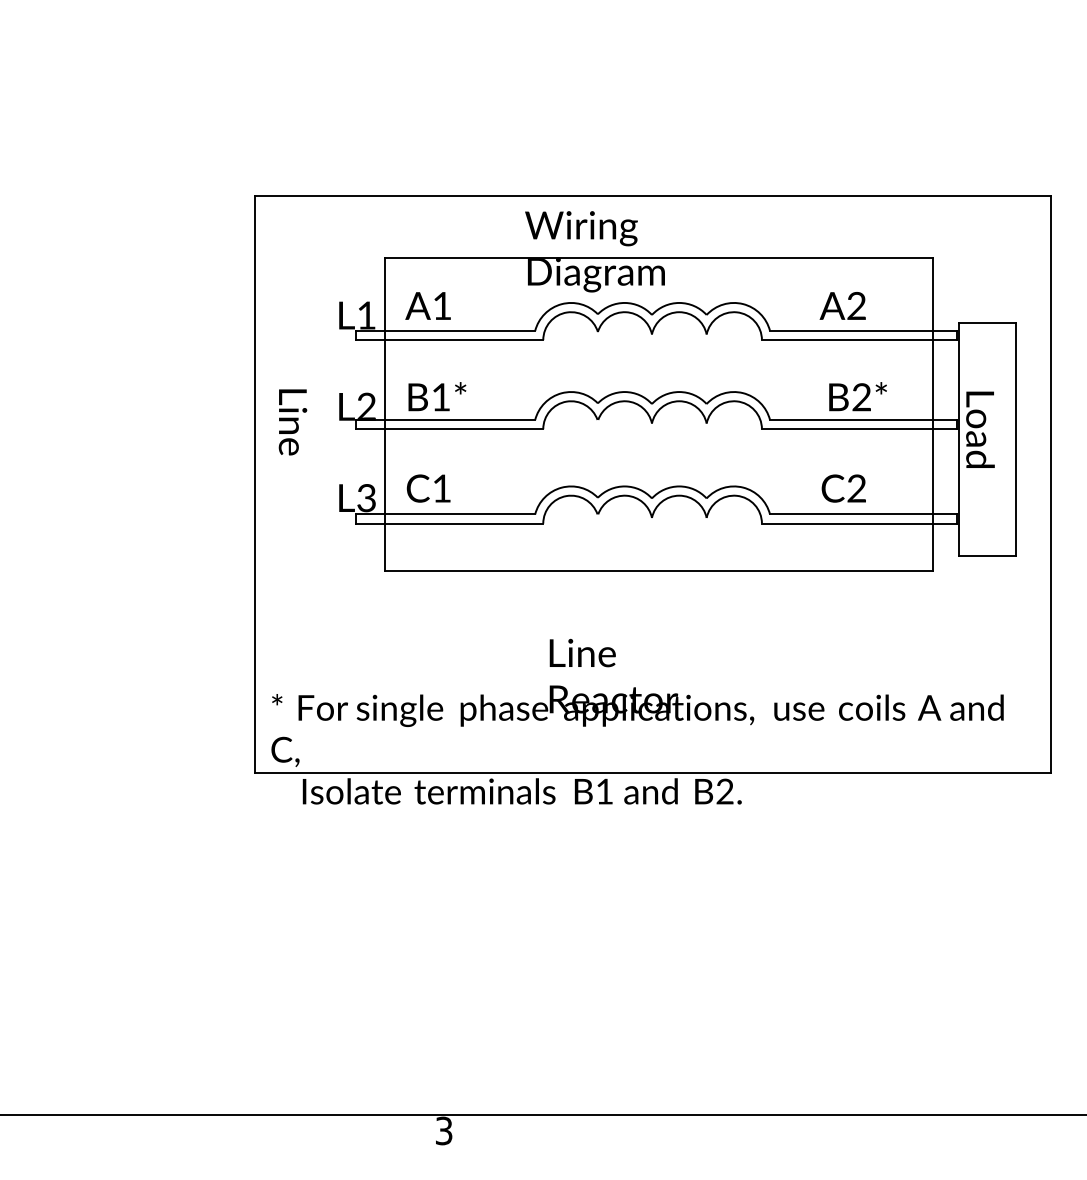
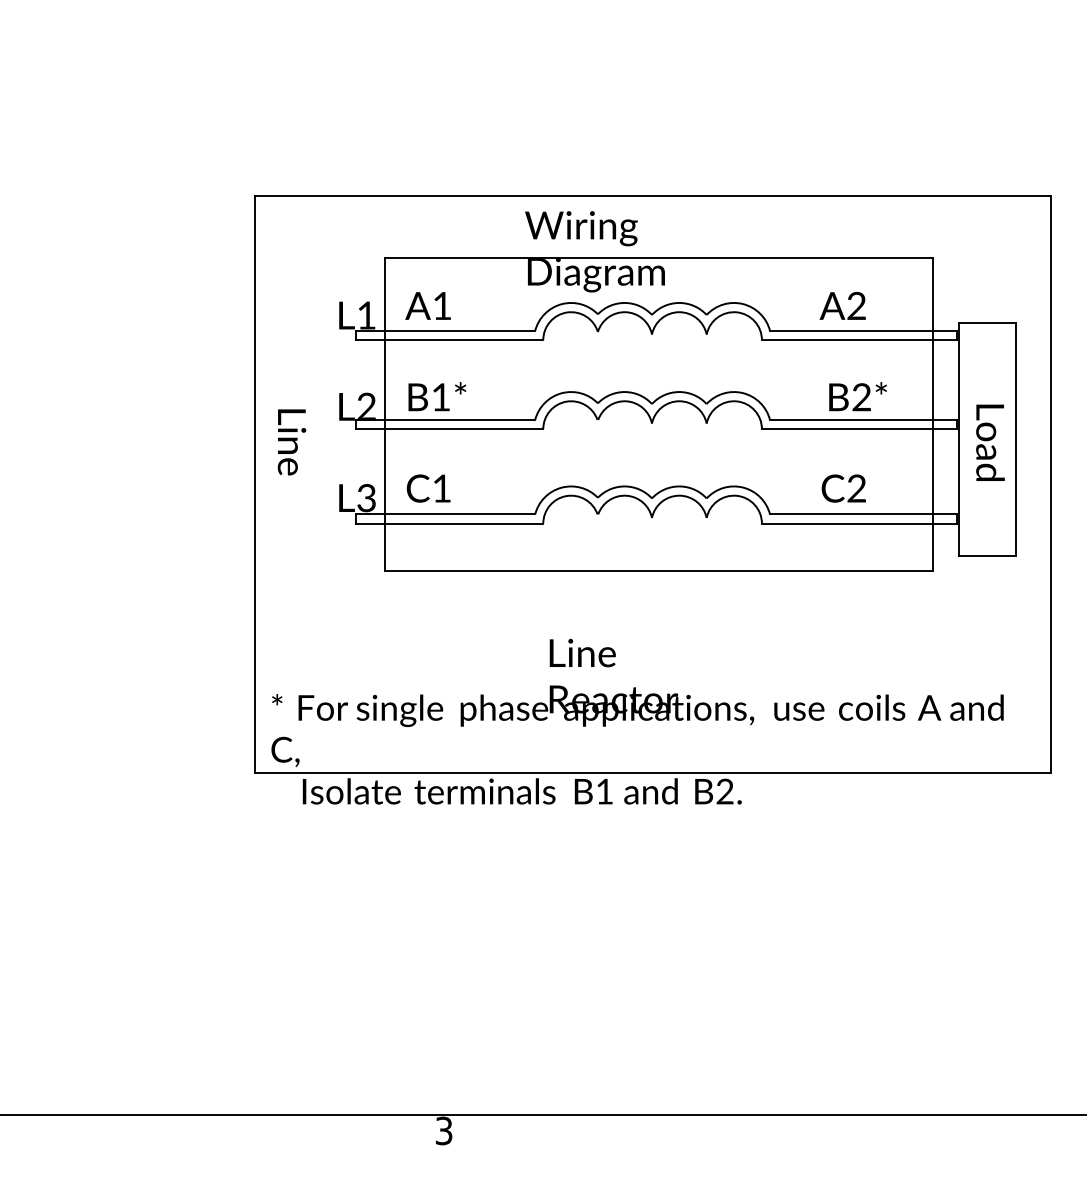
text at (292, 422) position: (292, 422) -> (291, 442)
text at (980, 429) position: (980, 429) -> (990, 442)
